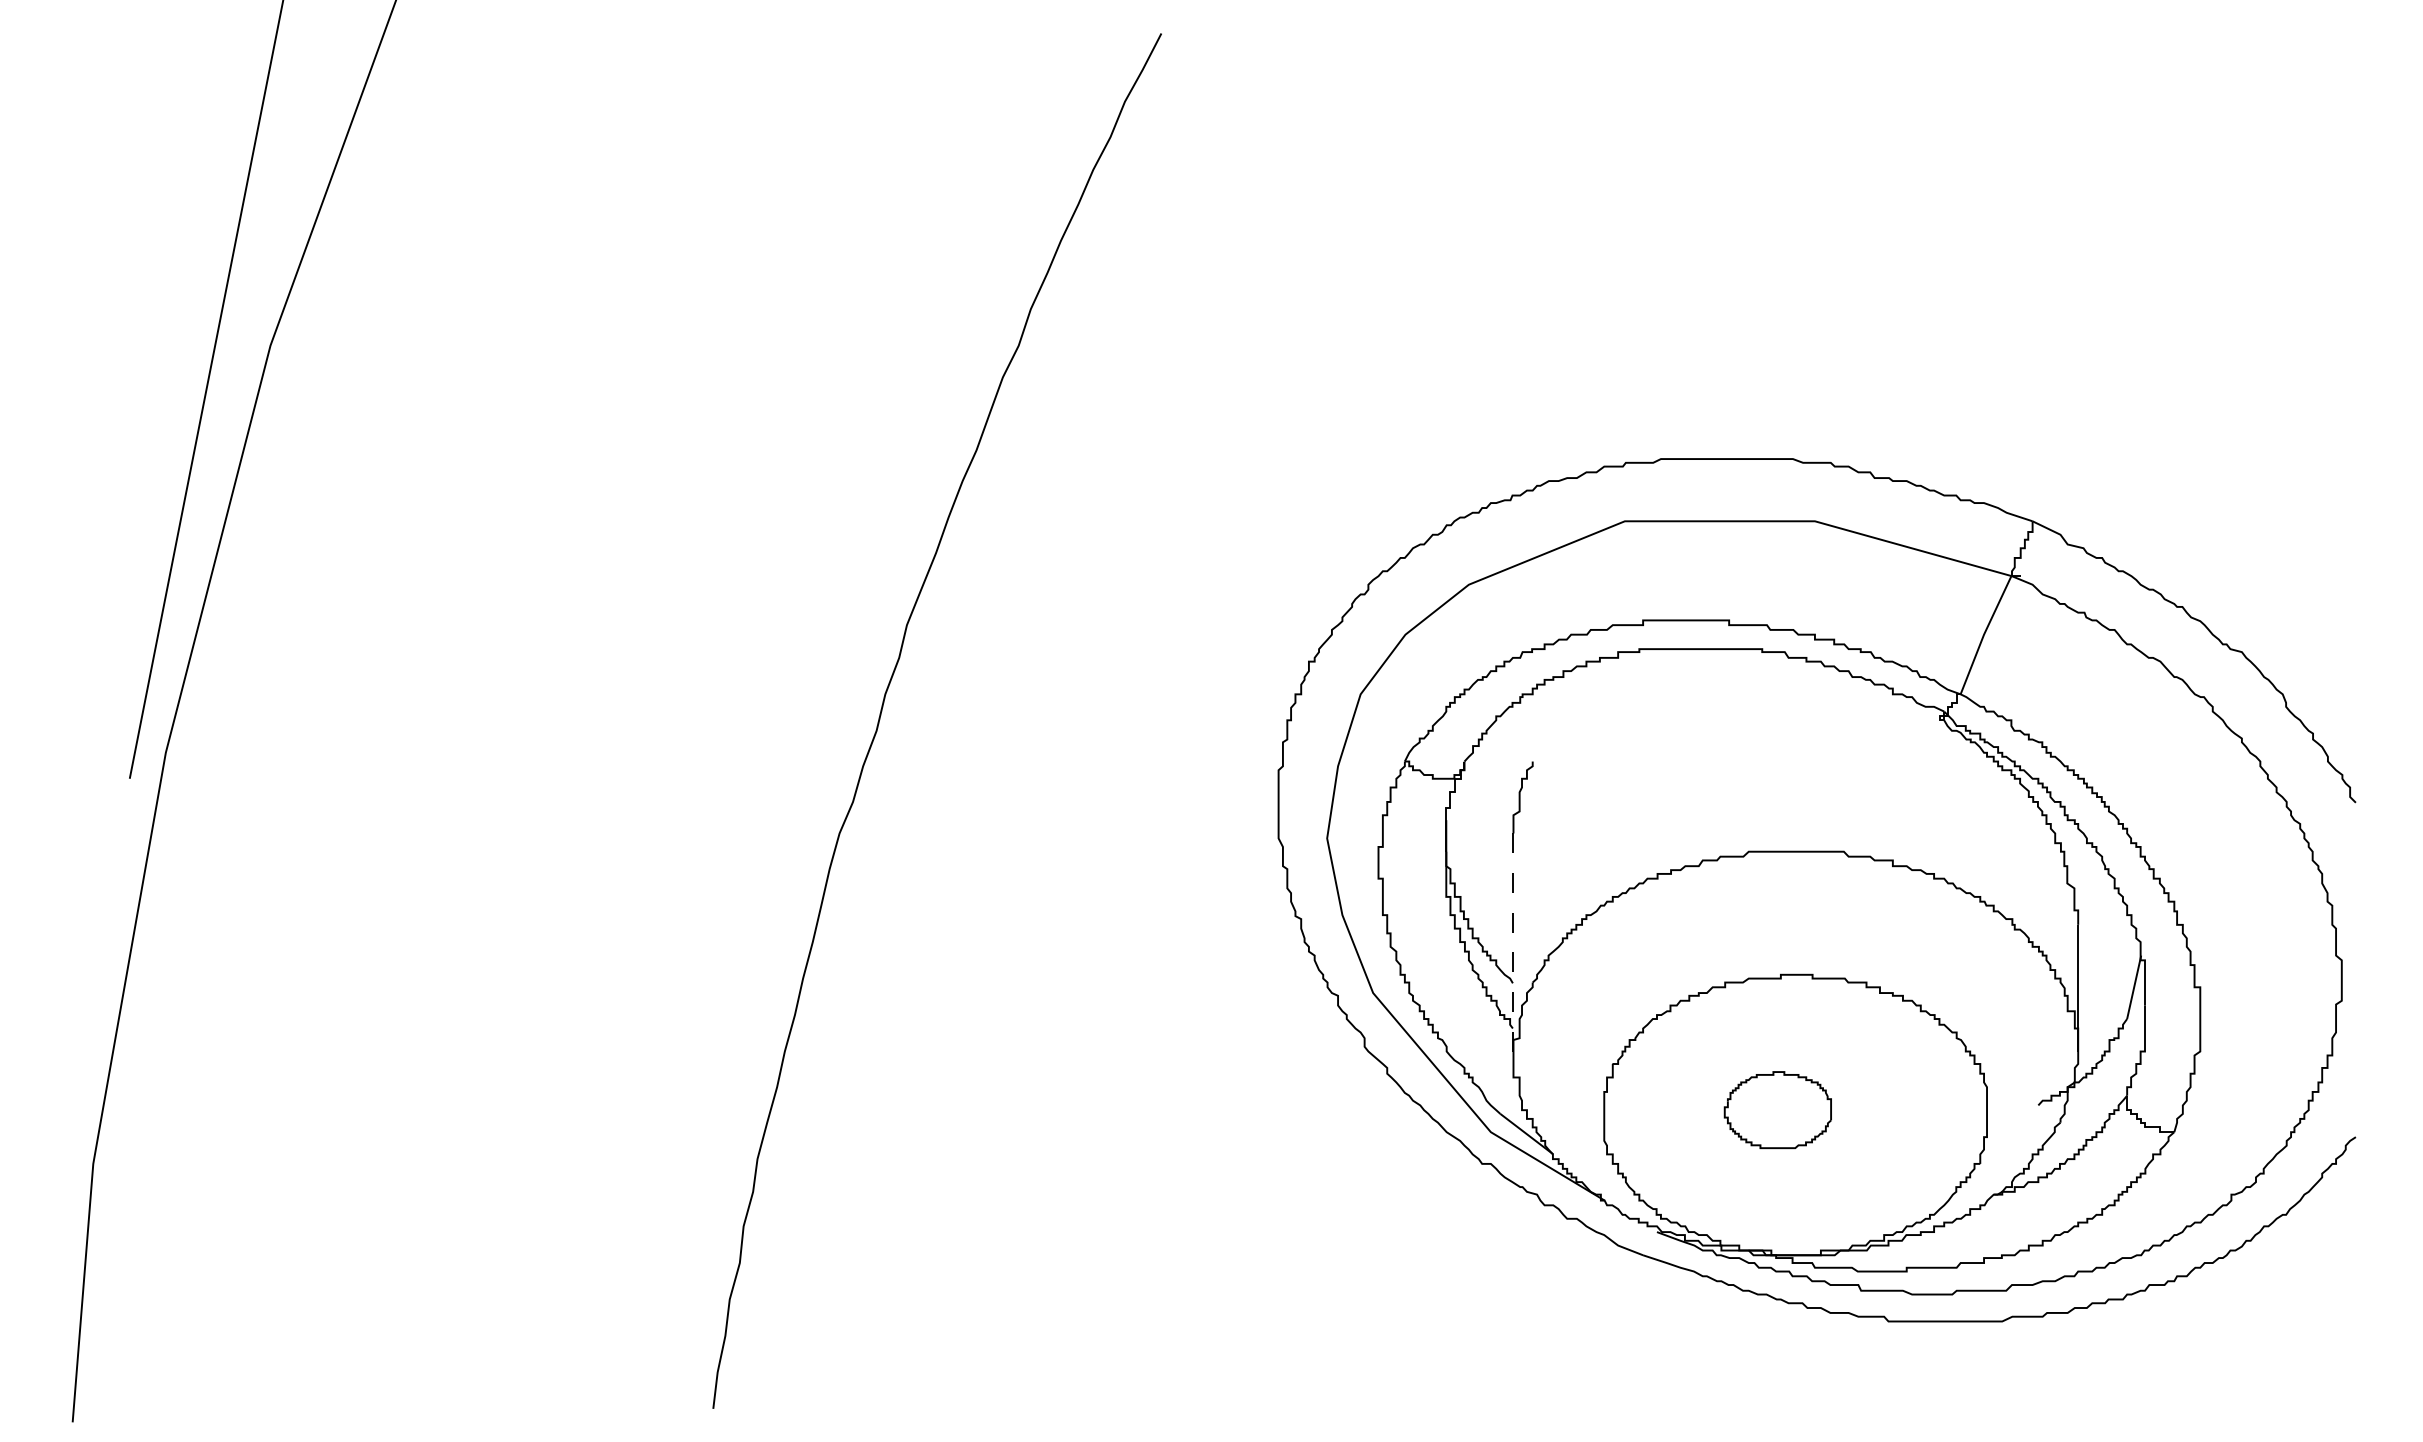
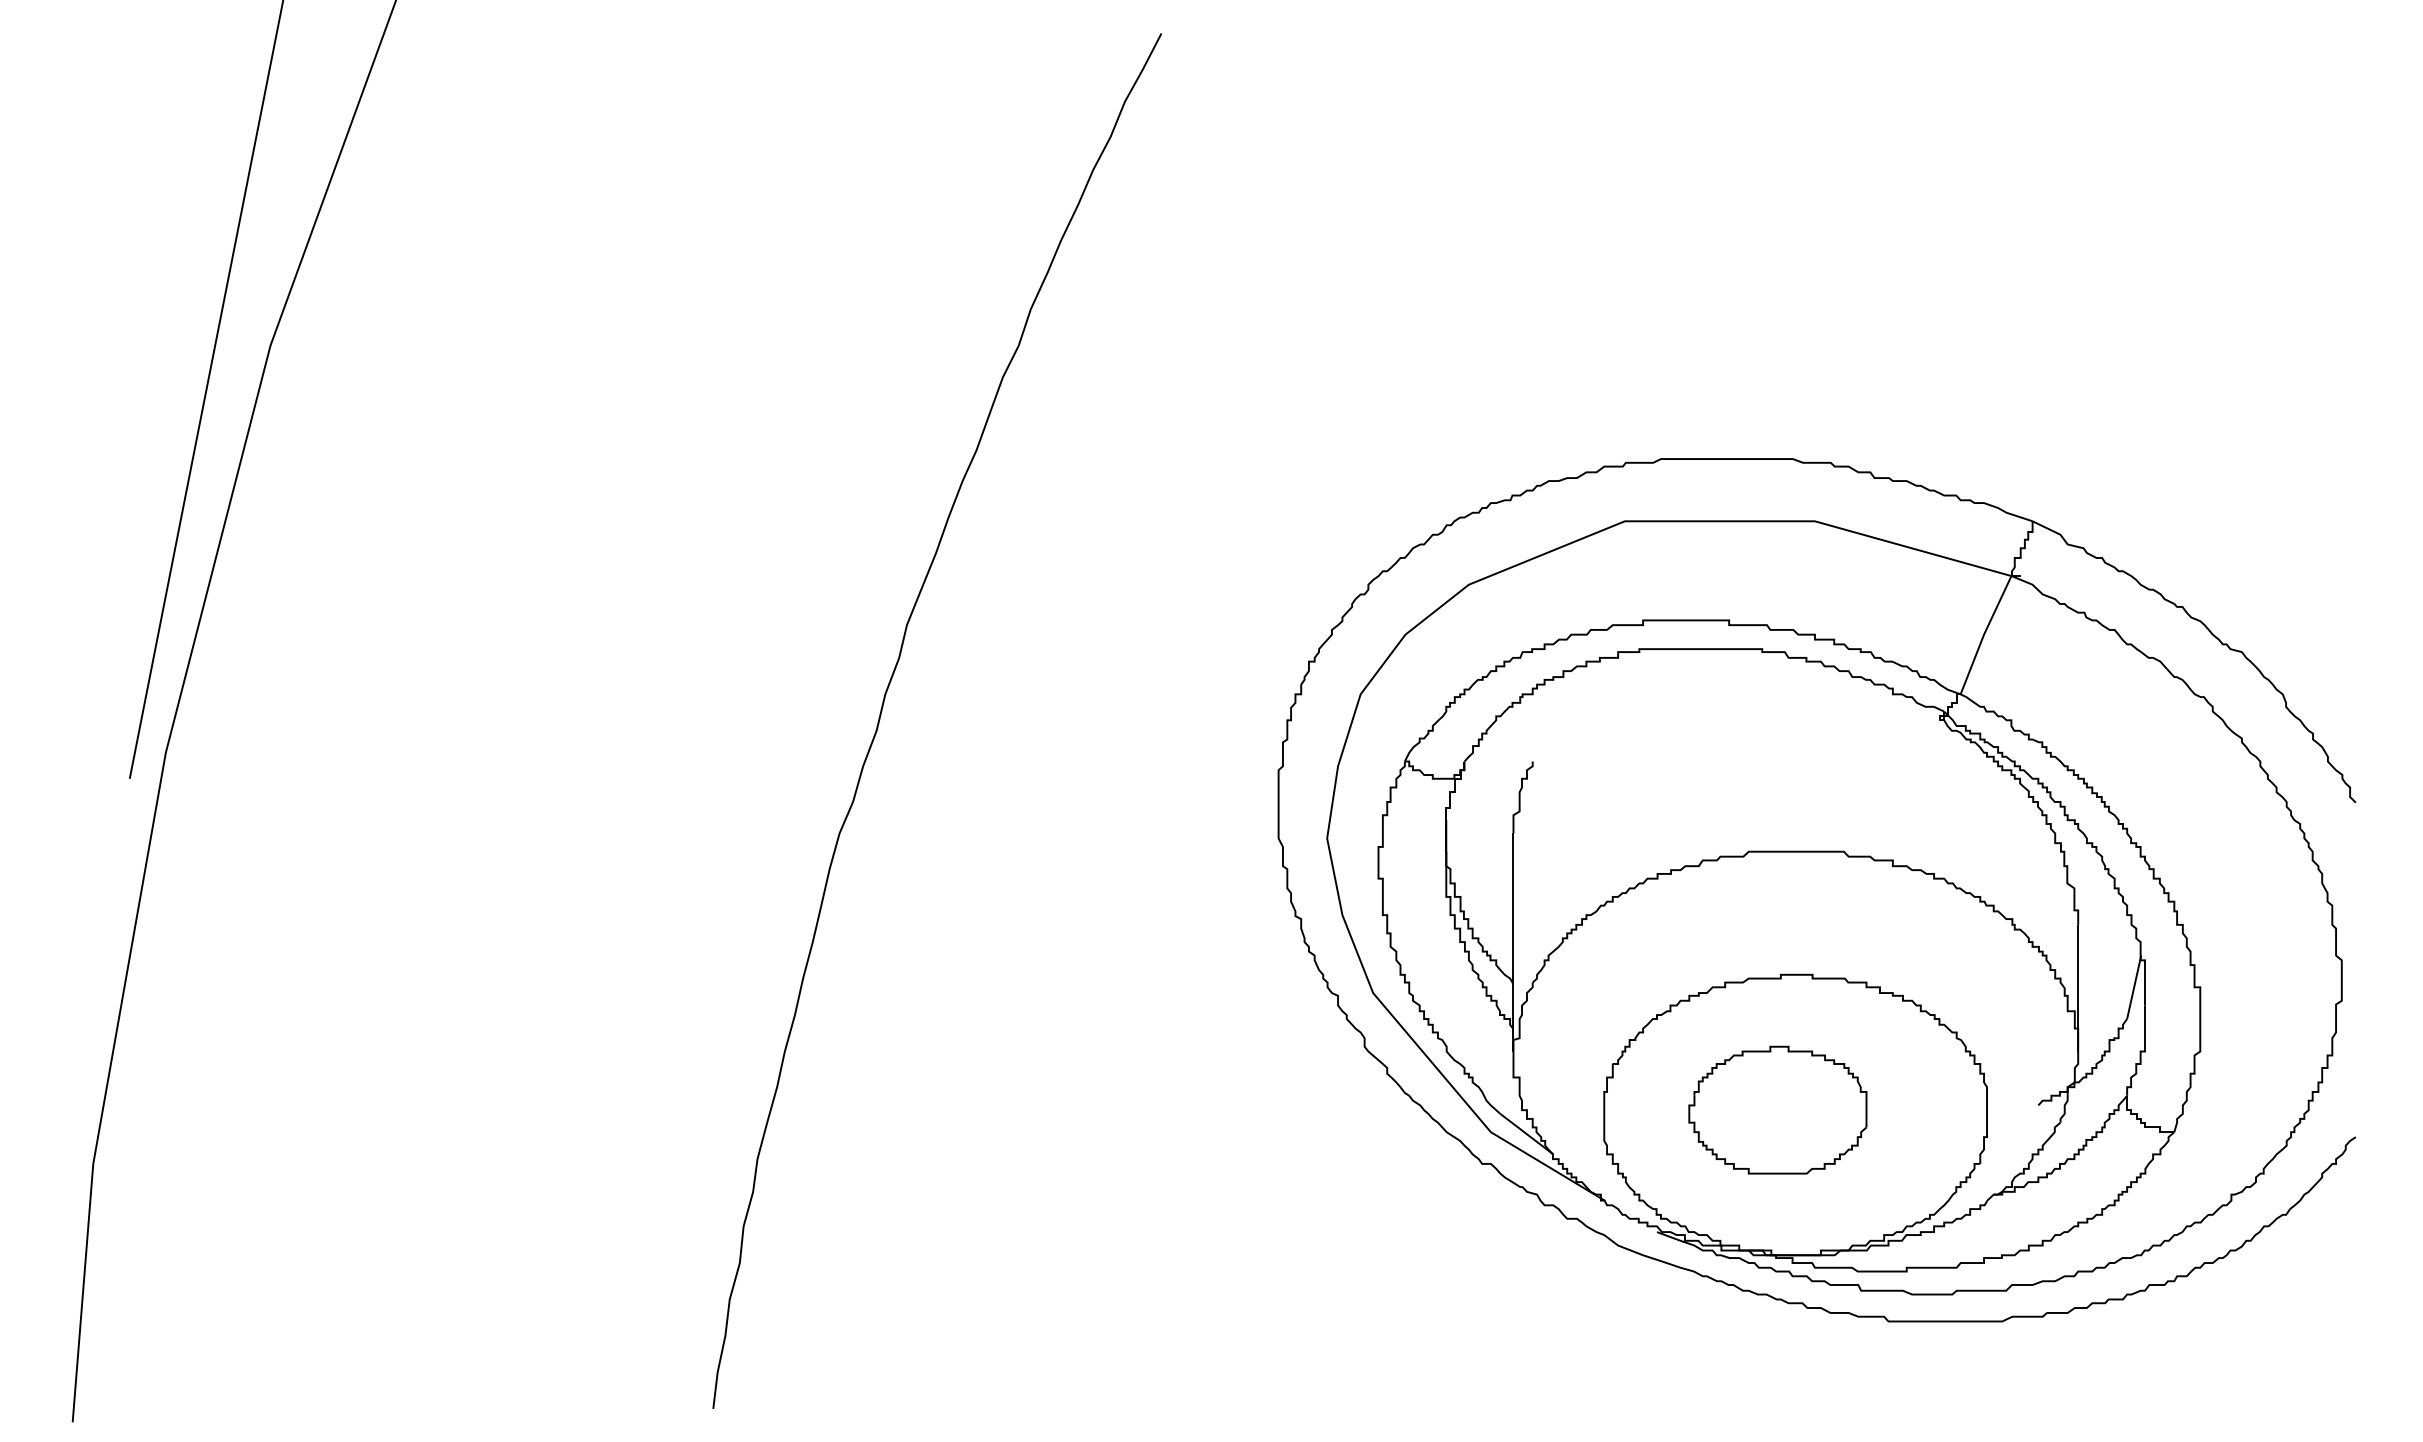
line at (1512, 942): dashed -> solid
part at (1777, 1110) size: 109x79 px -> 180x130 px
